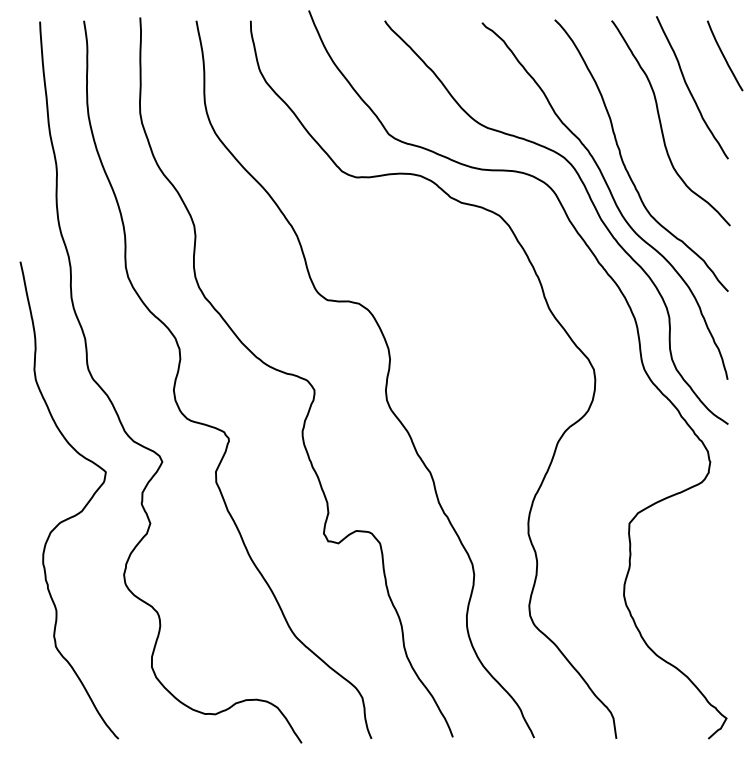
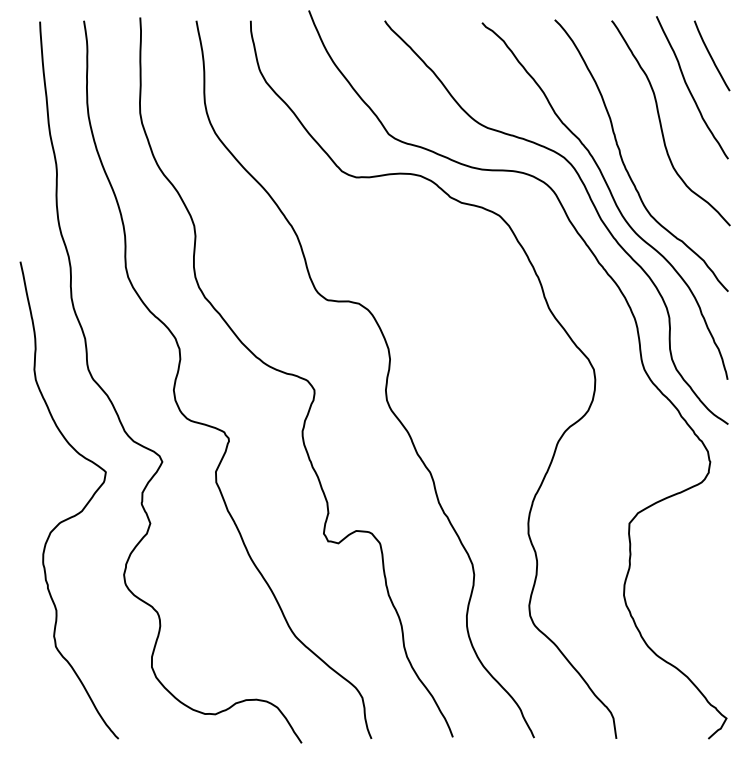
curve at (724, 55) position: (724, 55) -> (711, 55)
